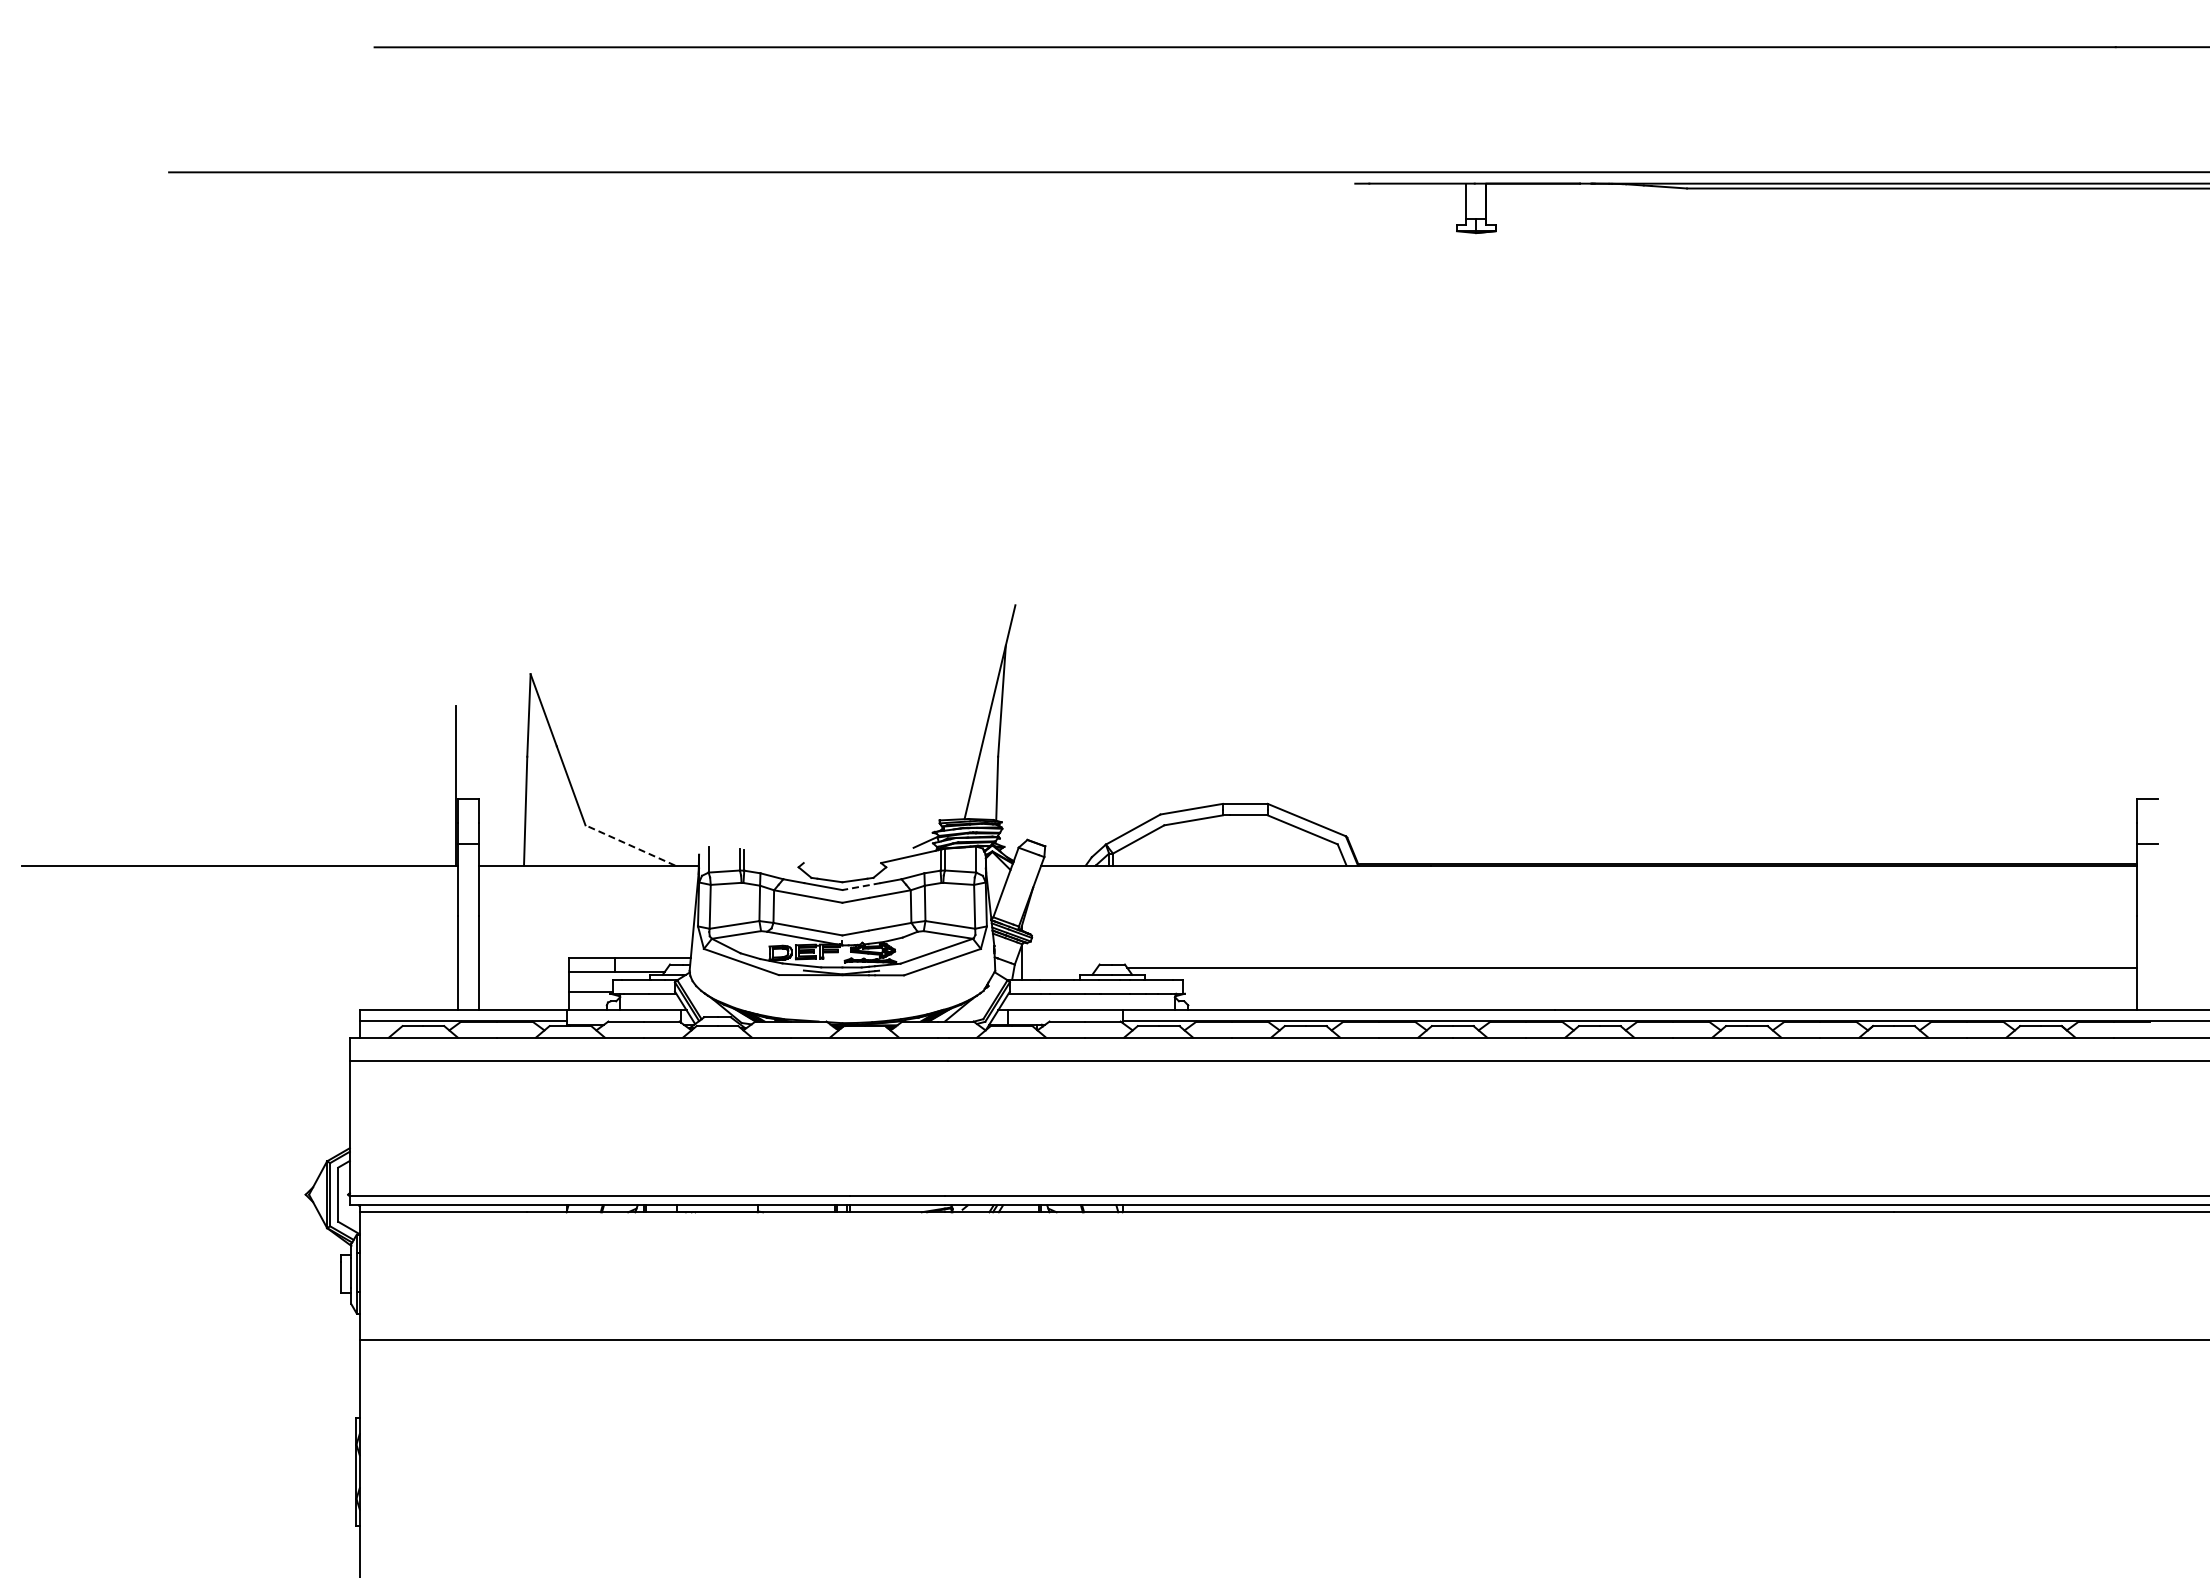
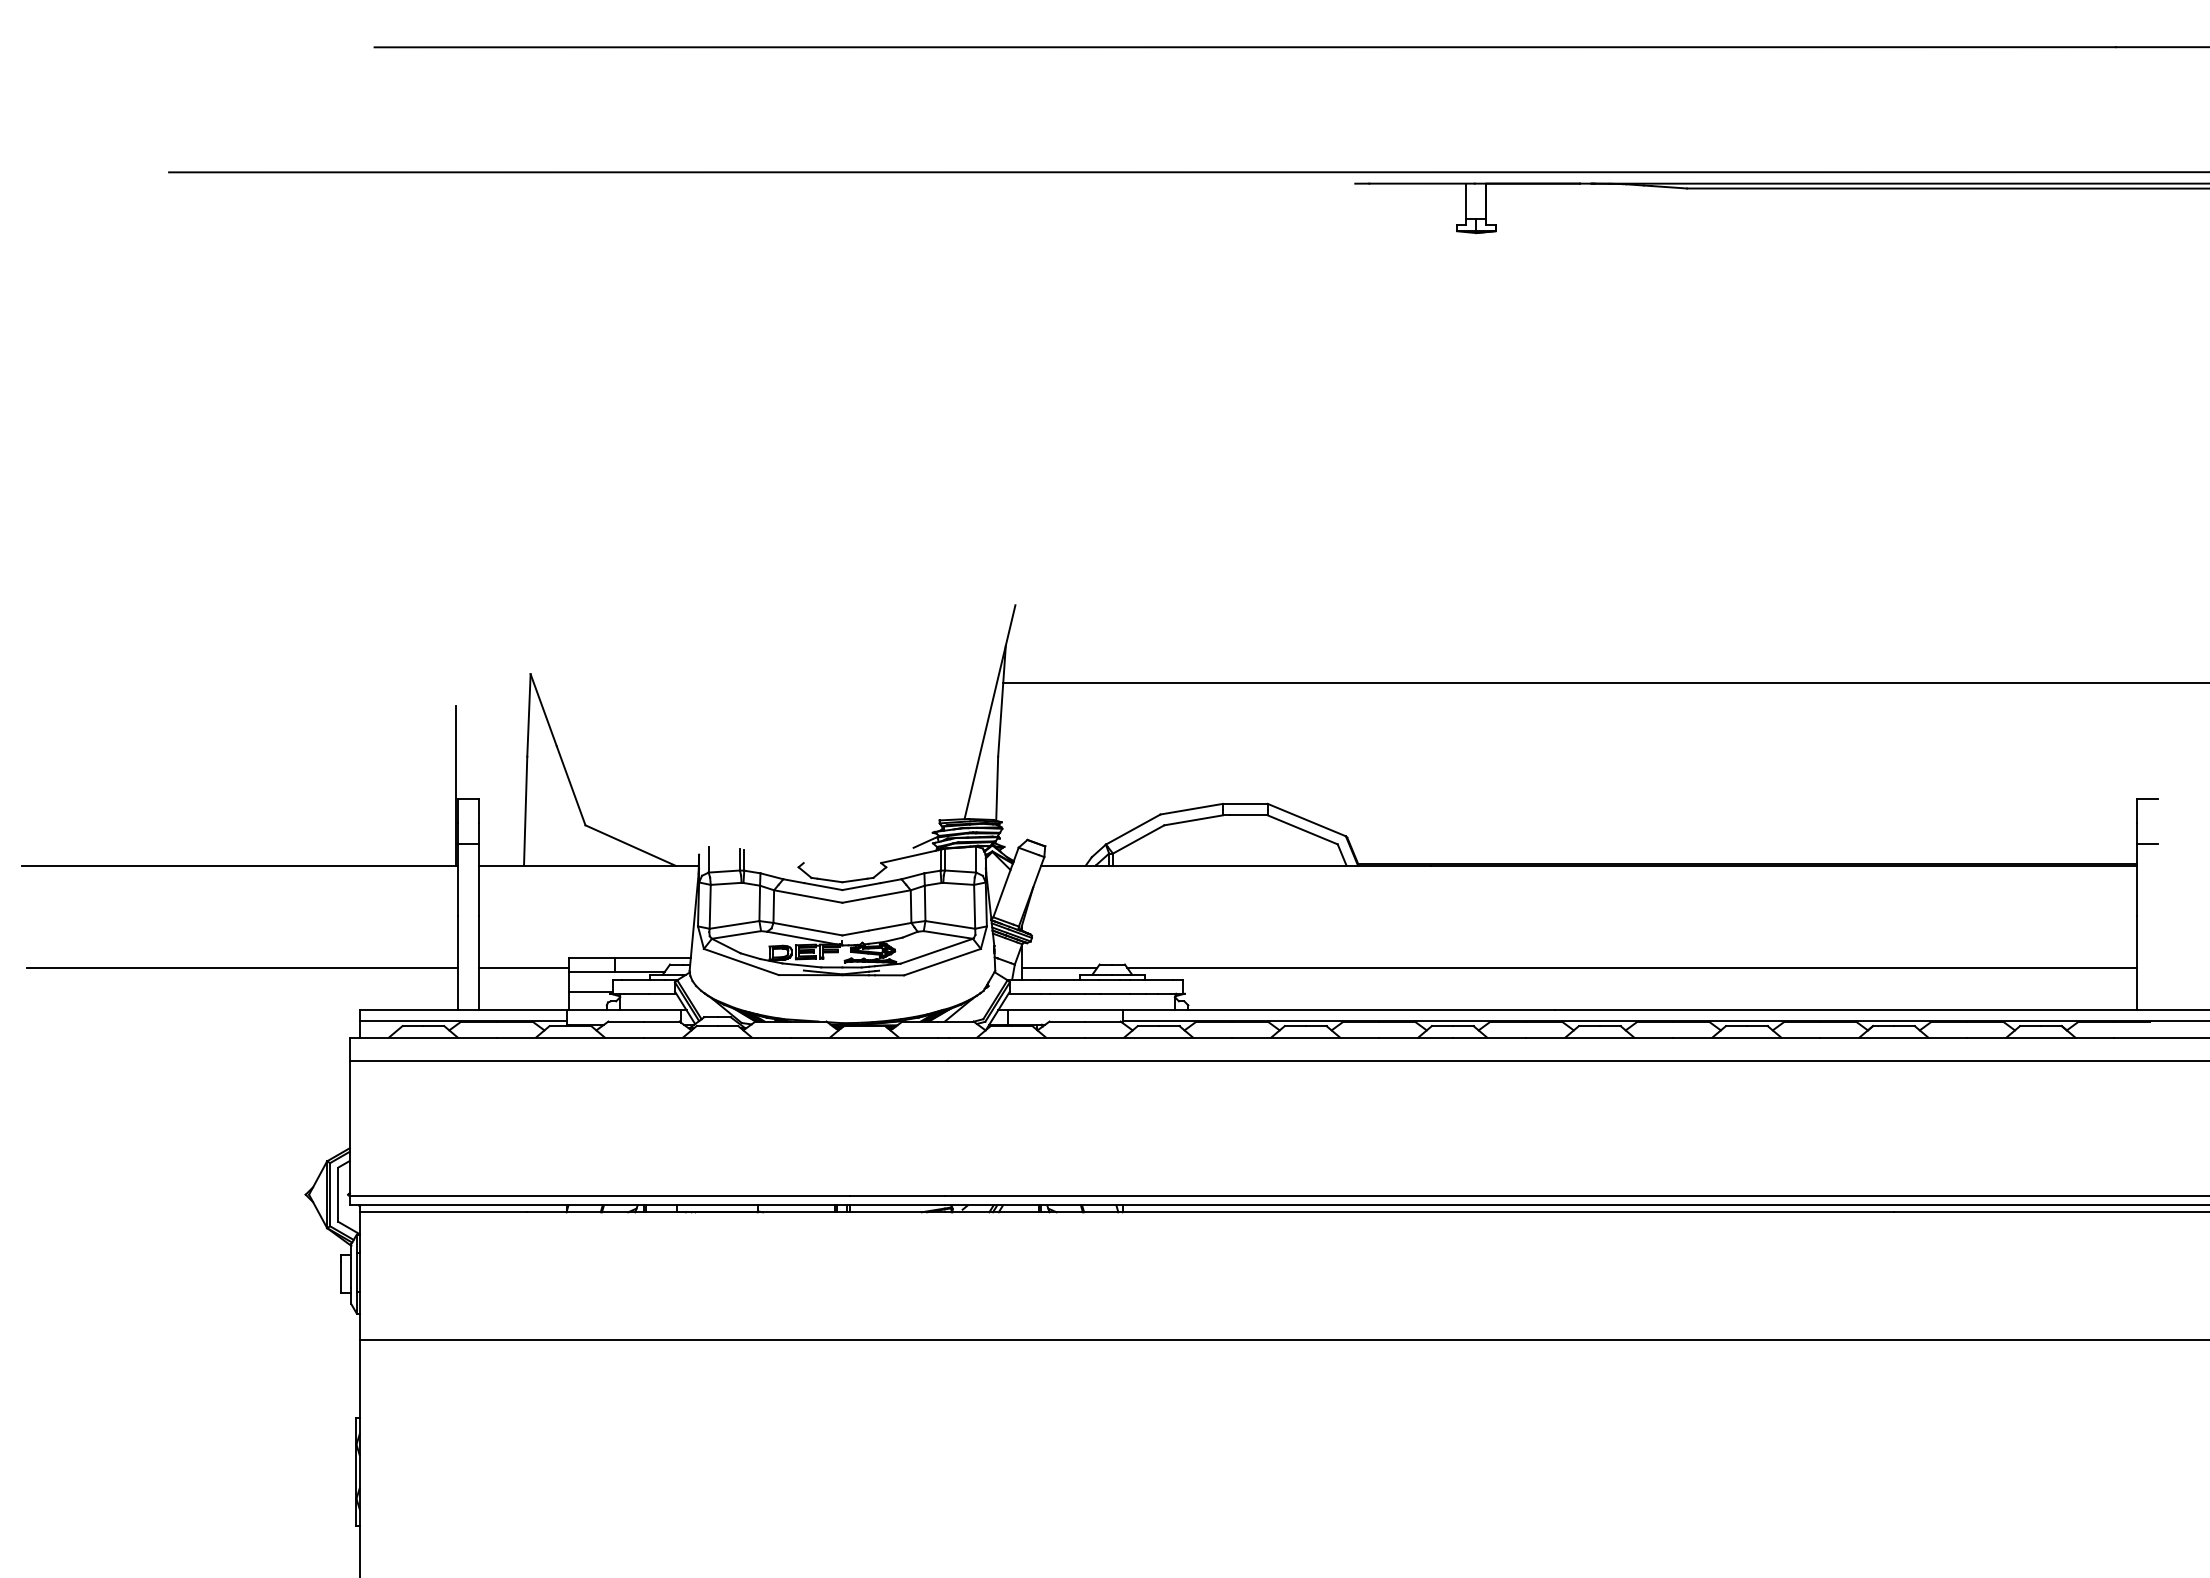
line at (1604, 682): none -> present
line at (629, 845): dashed -> solid
line at (861, 886): dashed -> solid
line at (242, 967): none -> present
line at (523, 967): none -> present
line at (1059, 967): none -> present
